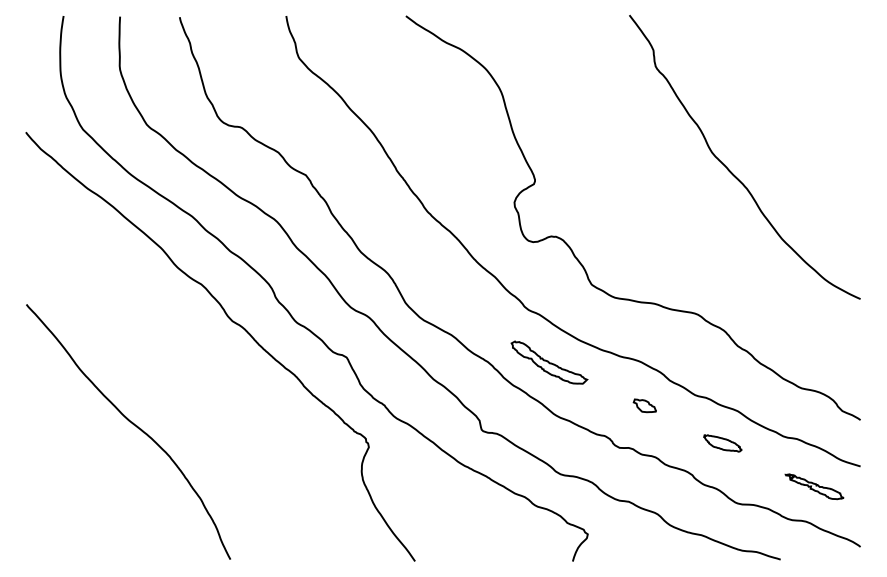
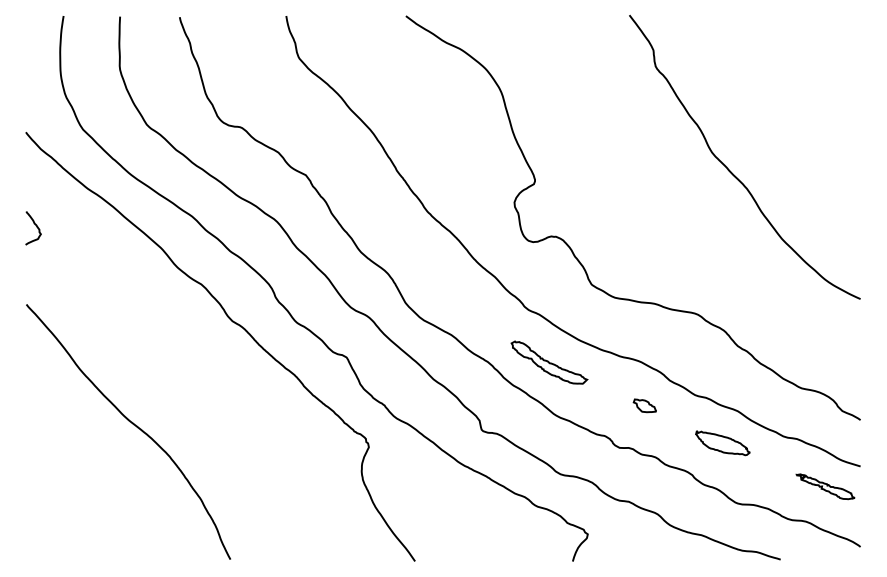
curve at (36, 227): none -> present
part at (722, 443) size: 40x19 px -> 56x27 px
part at (814, 486) position: (814, 486) -> (825, 486)
